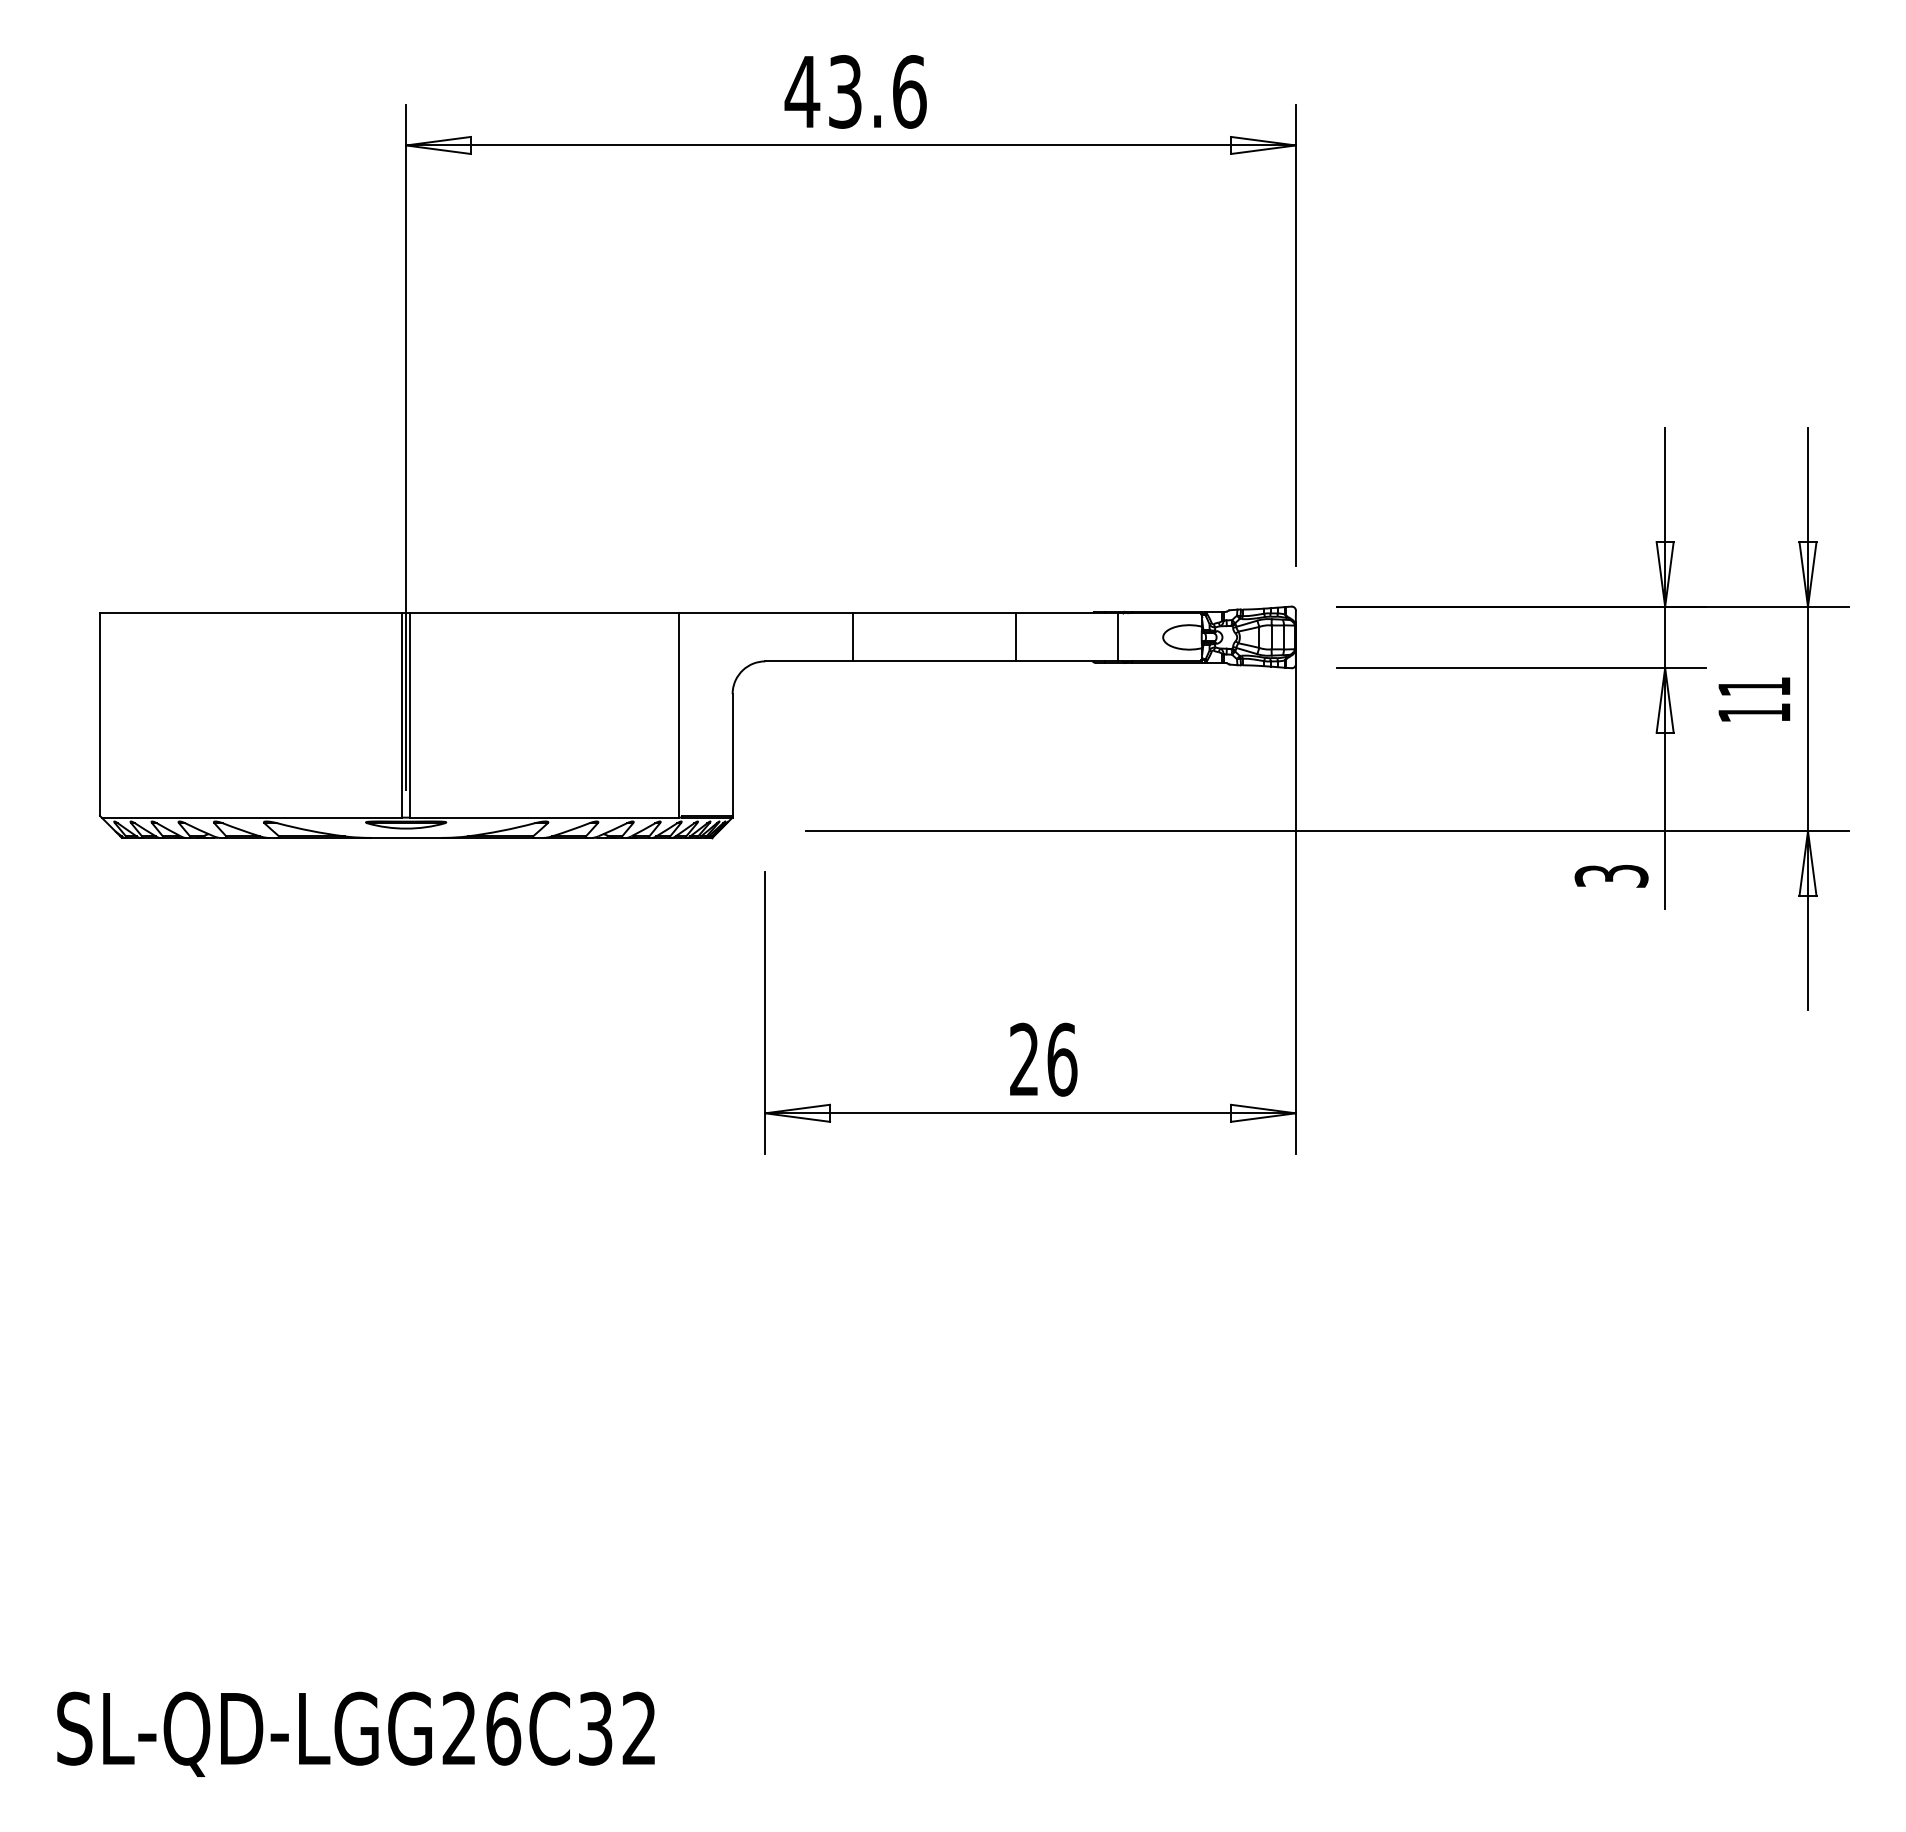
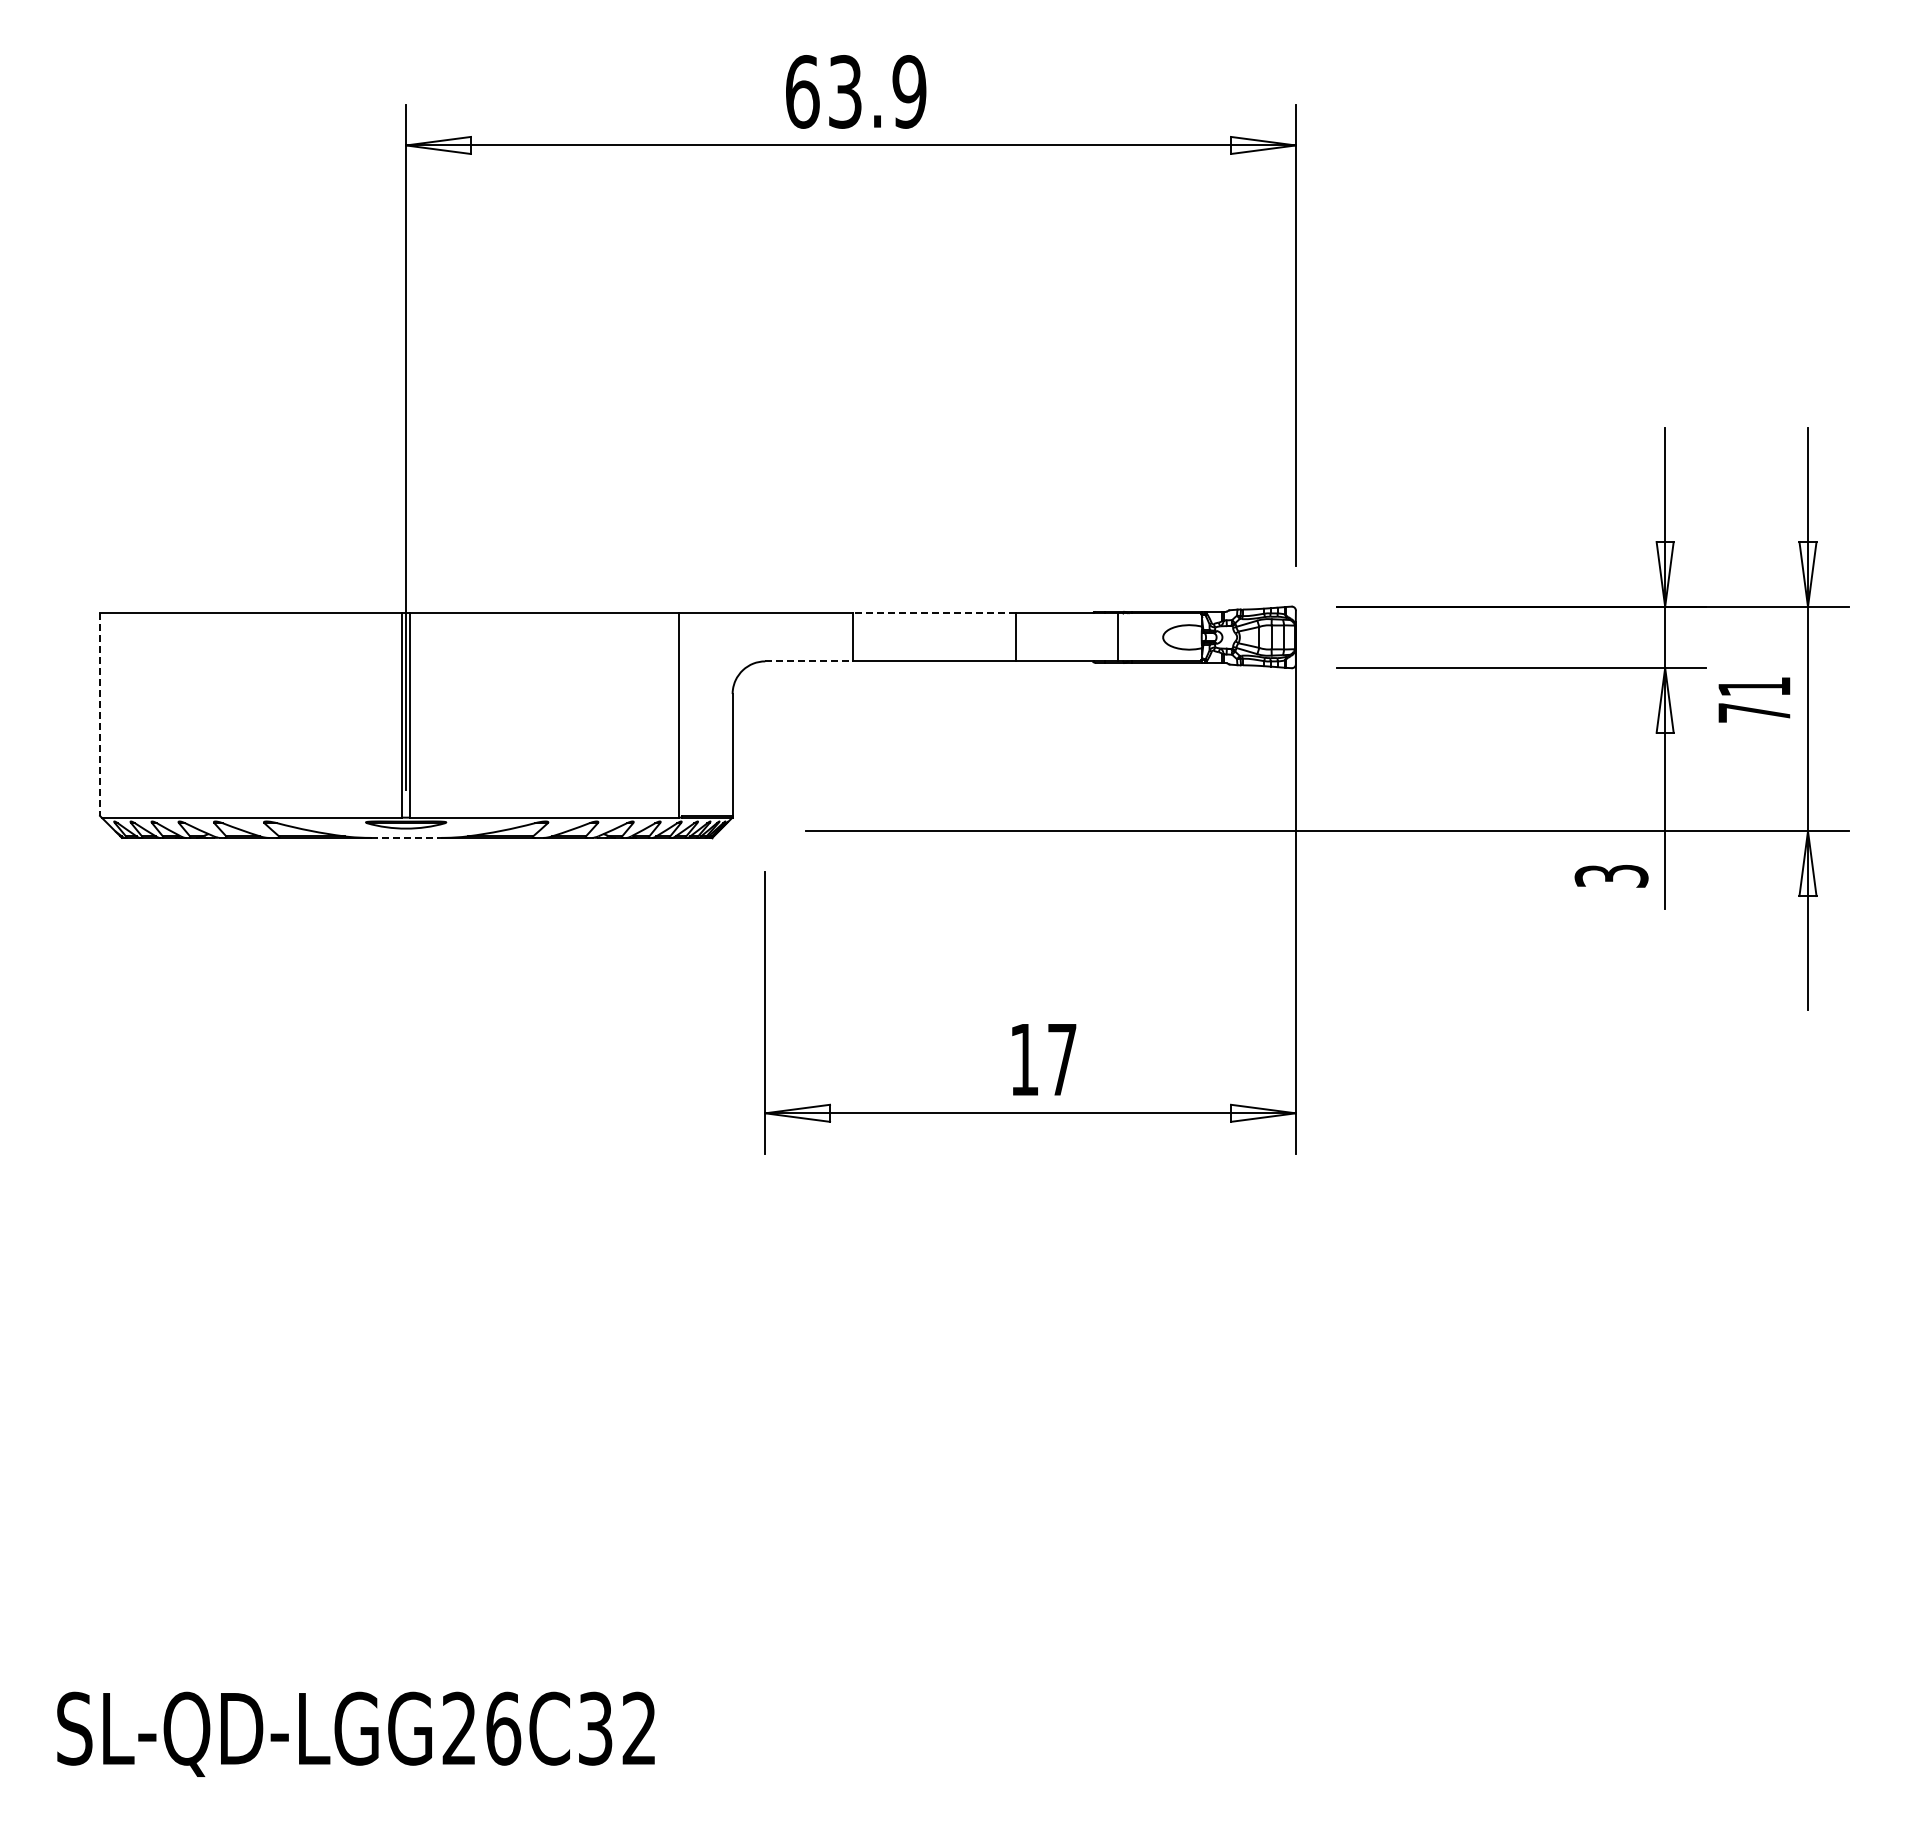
text at (855, 91): 43.6 -> 63.9
line at (934, 613): solid -> dashed
line at (809, 661): solid -> dashed
text at (1754, 712): 11 -> 71
line at (100, 715): solid -> dashed
line at (406, 837): solid -> dashed
text at (1043, 1059): 26 -> 17
